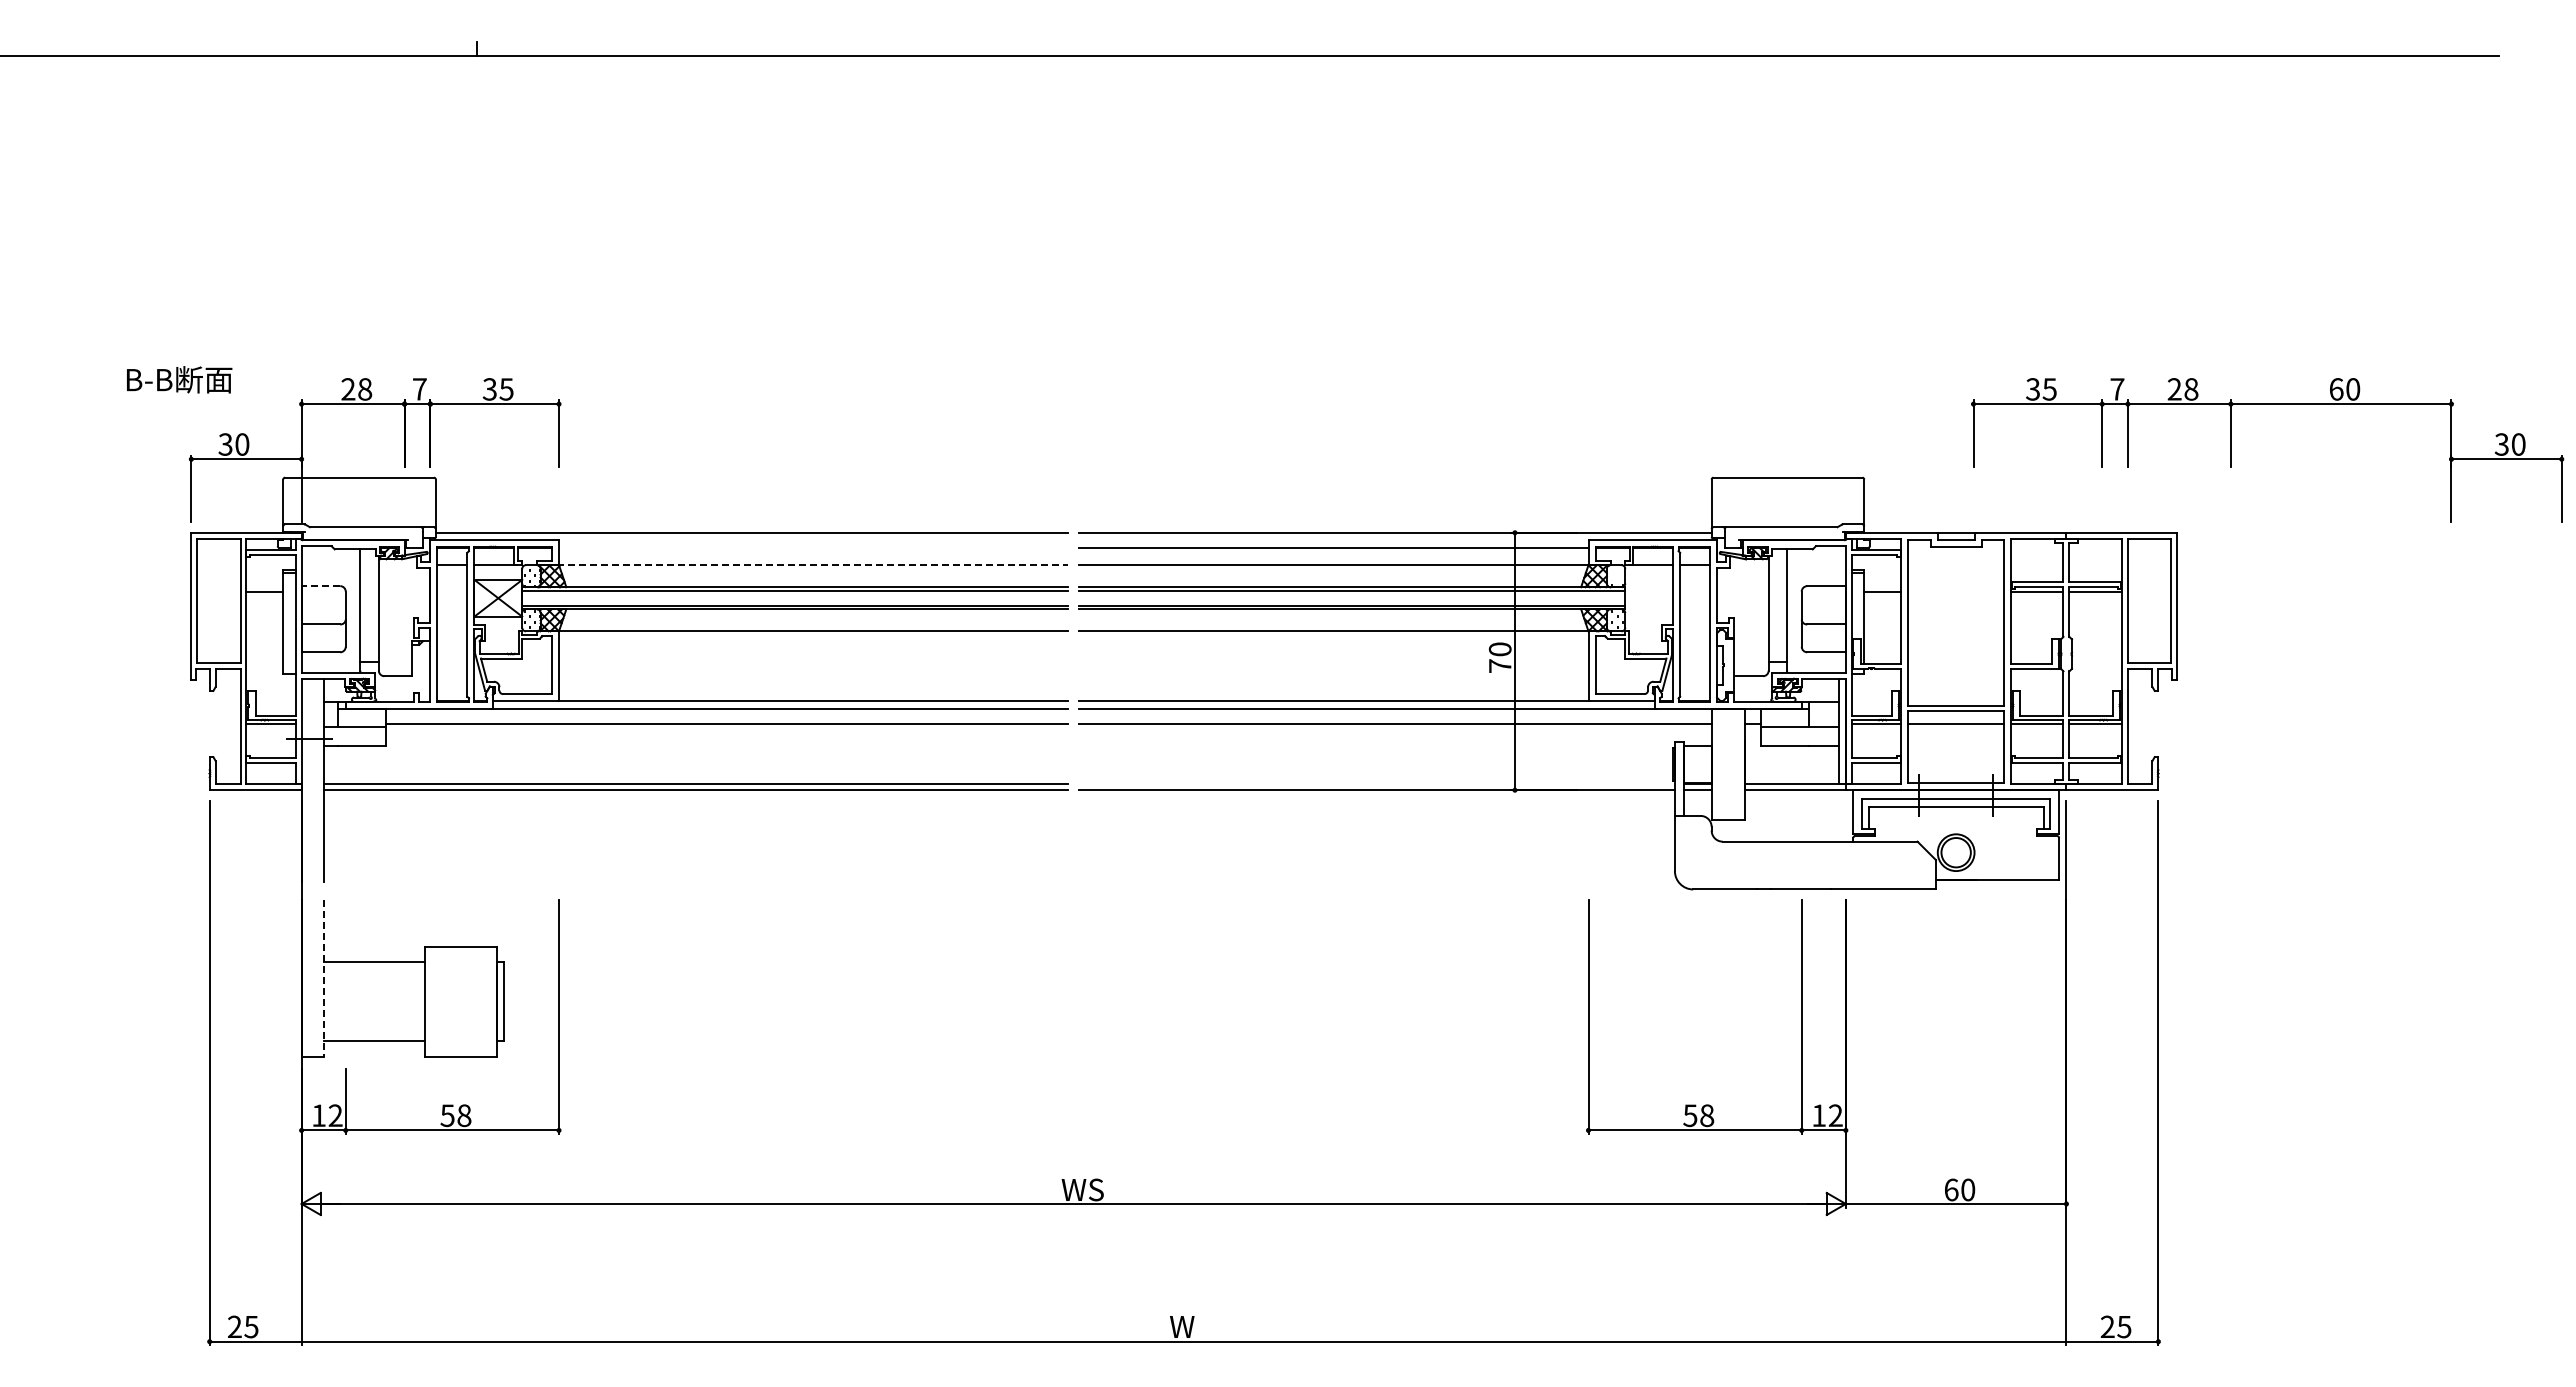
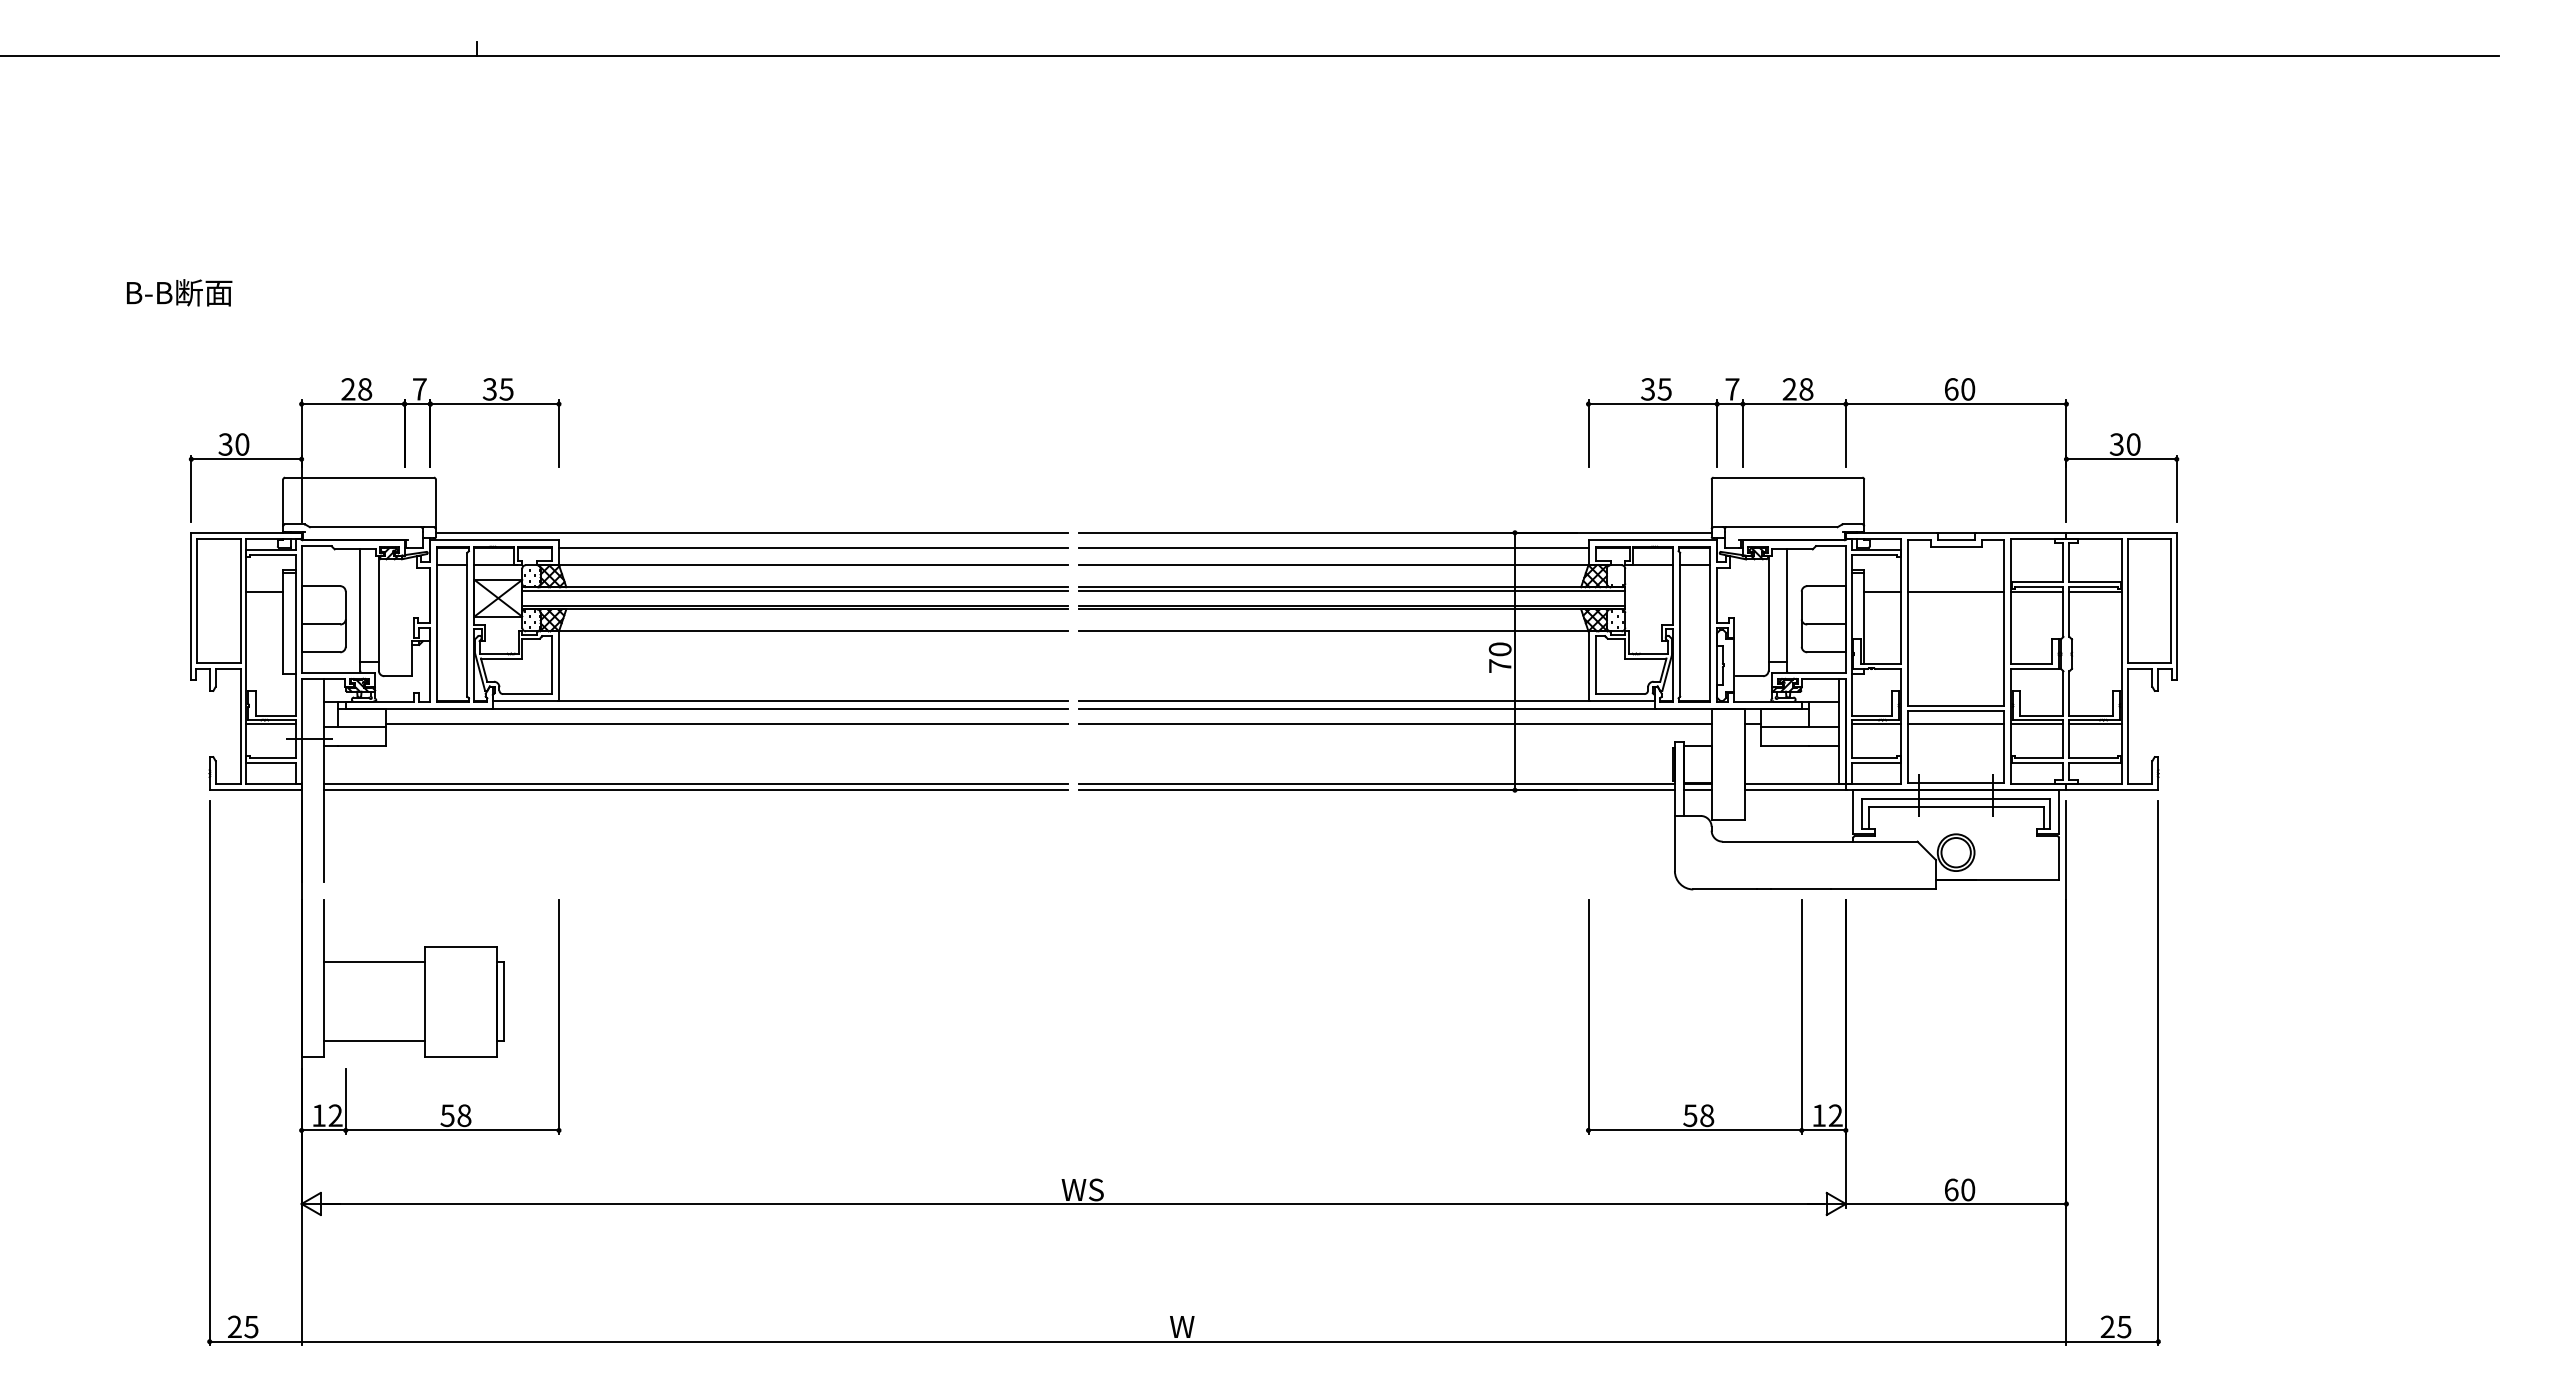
text at (179, 379) position: (179, 379) -> (179, 292)
part at (2231, 450) position: (2231, 450) -> (1846, 450)
line at (813, 548): none -> present
line at (812, 565): dashed -> solid
line at (320, 586): dashed -> solid
line at (1956, 592): none -> present
line at (1376, 784): none -> present
line at (323, 979): dashed -> solid
